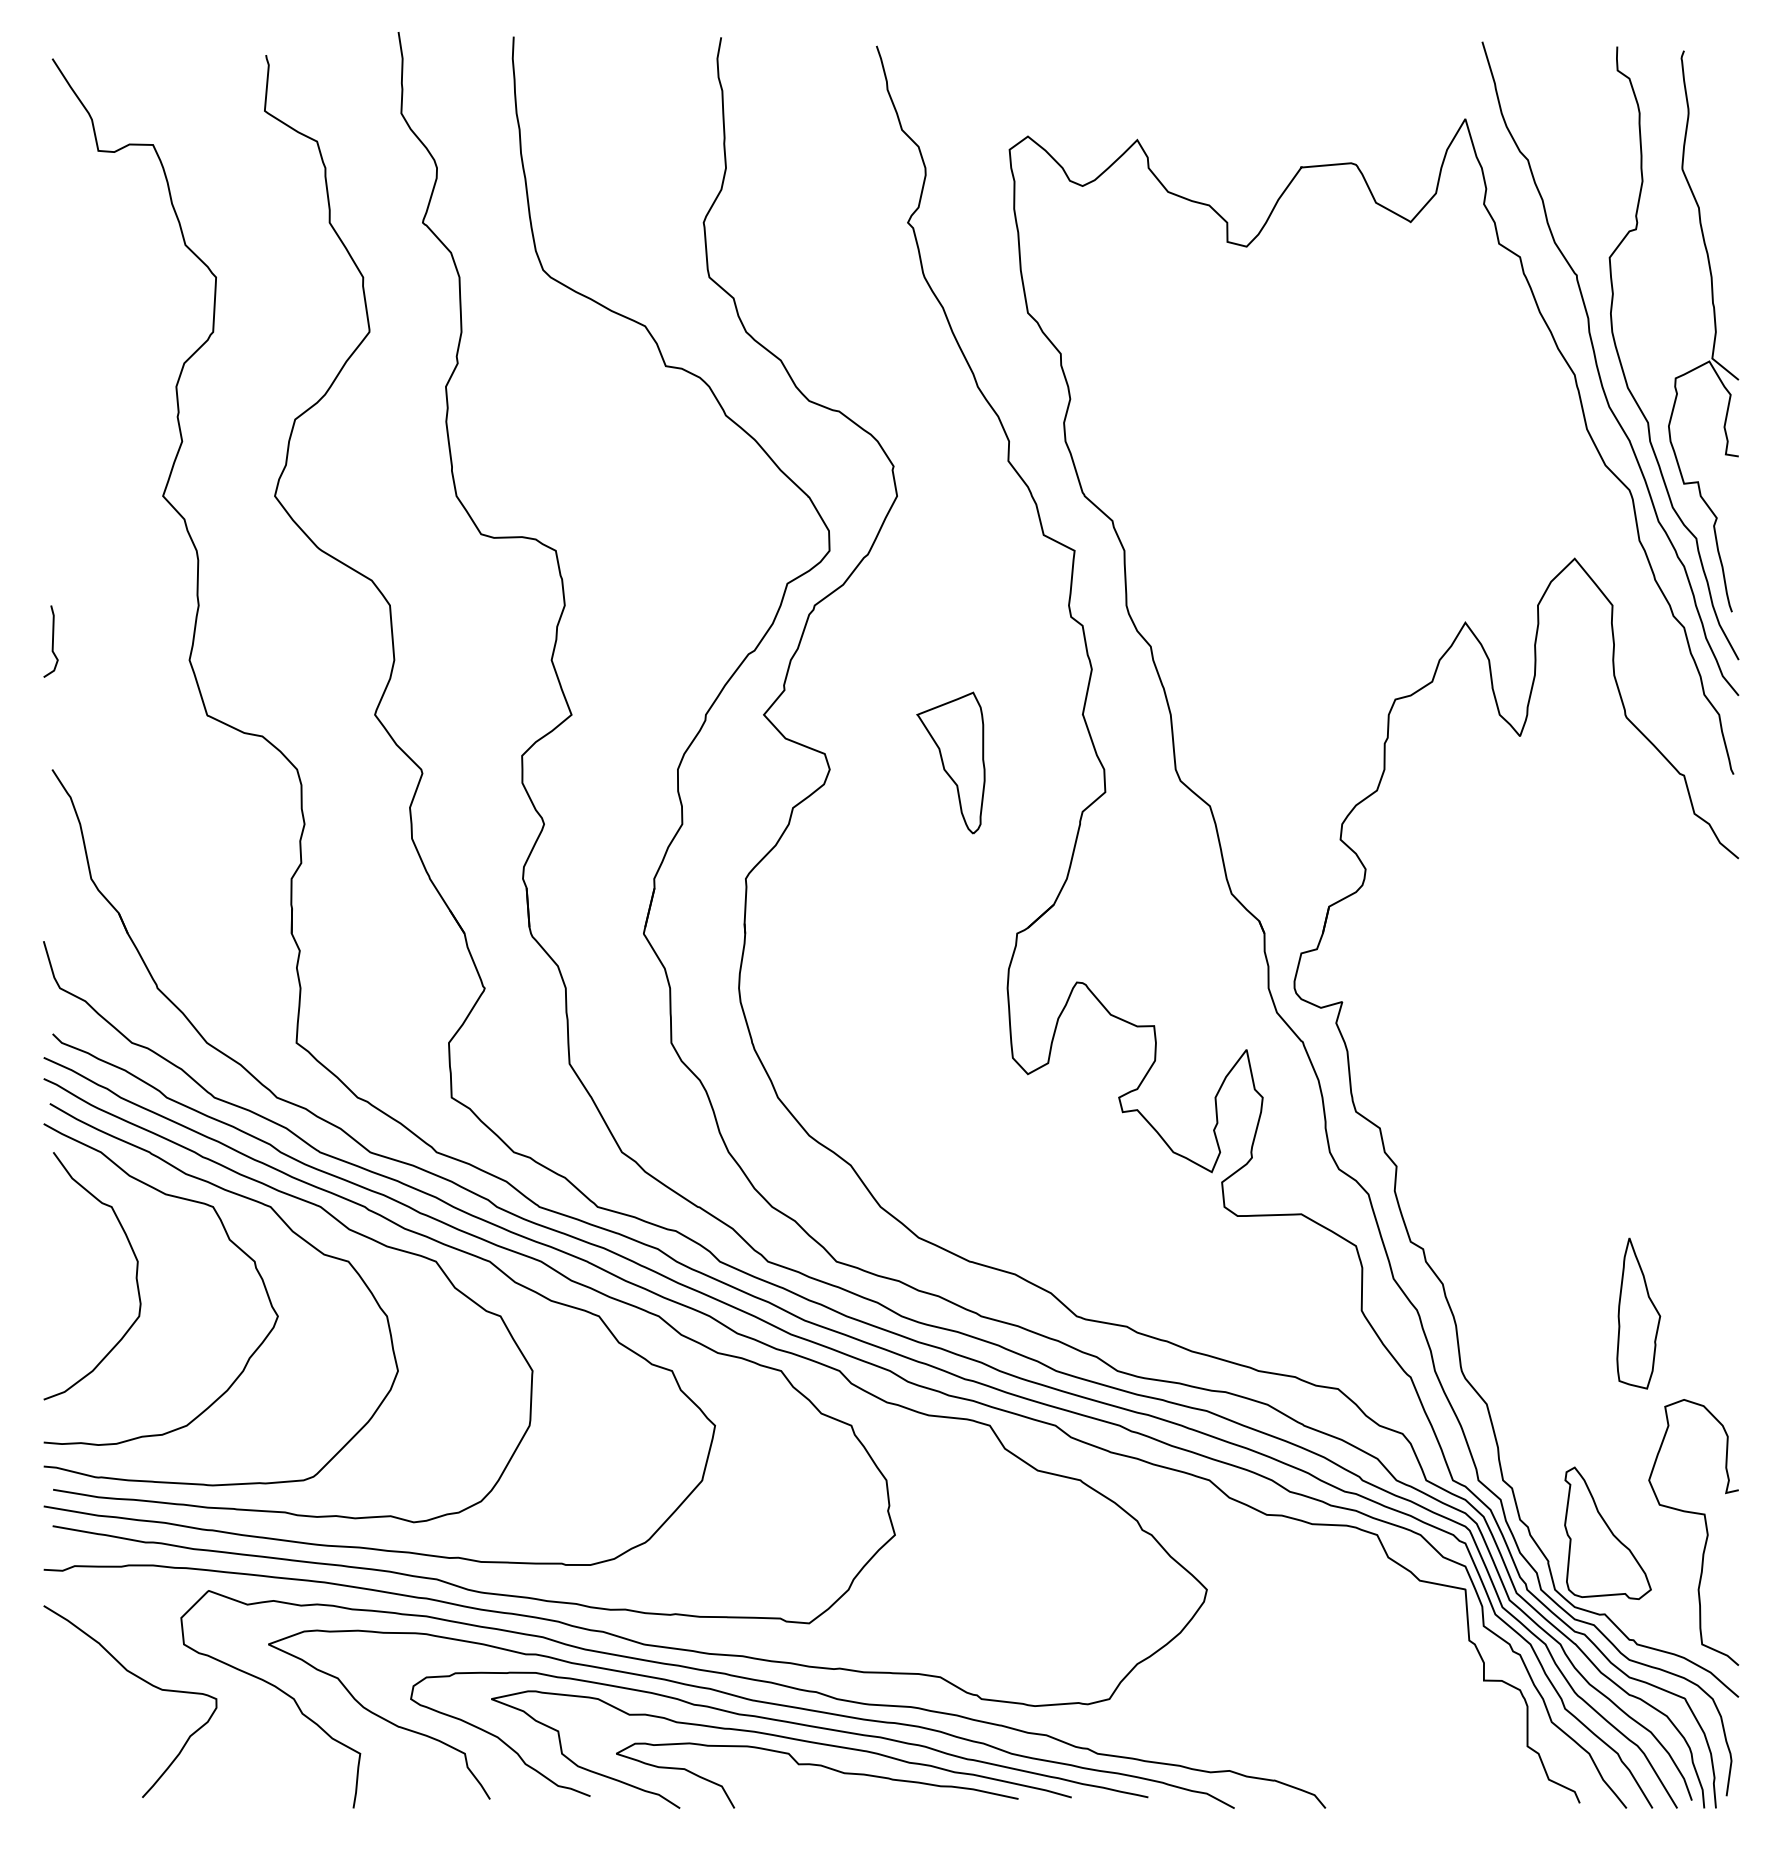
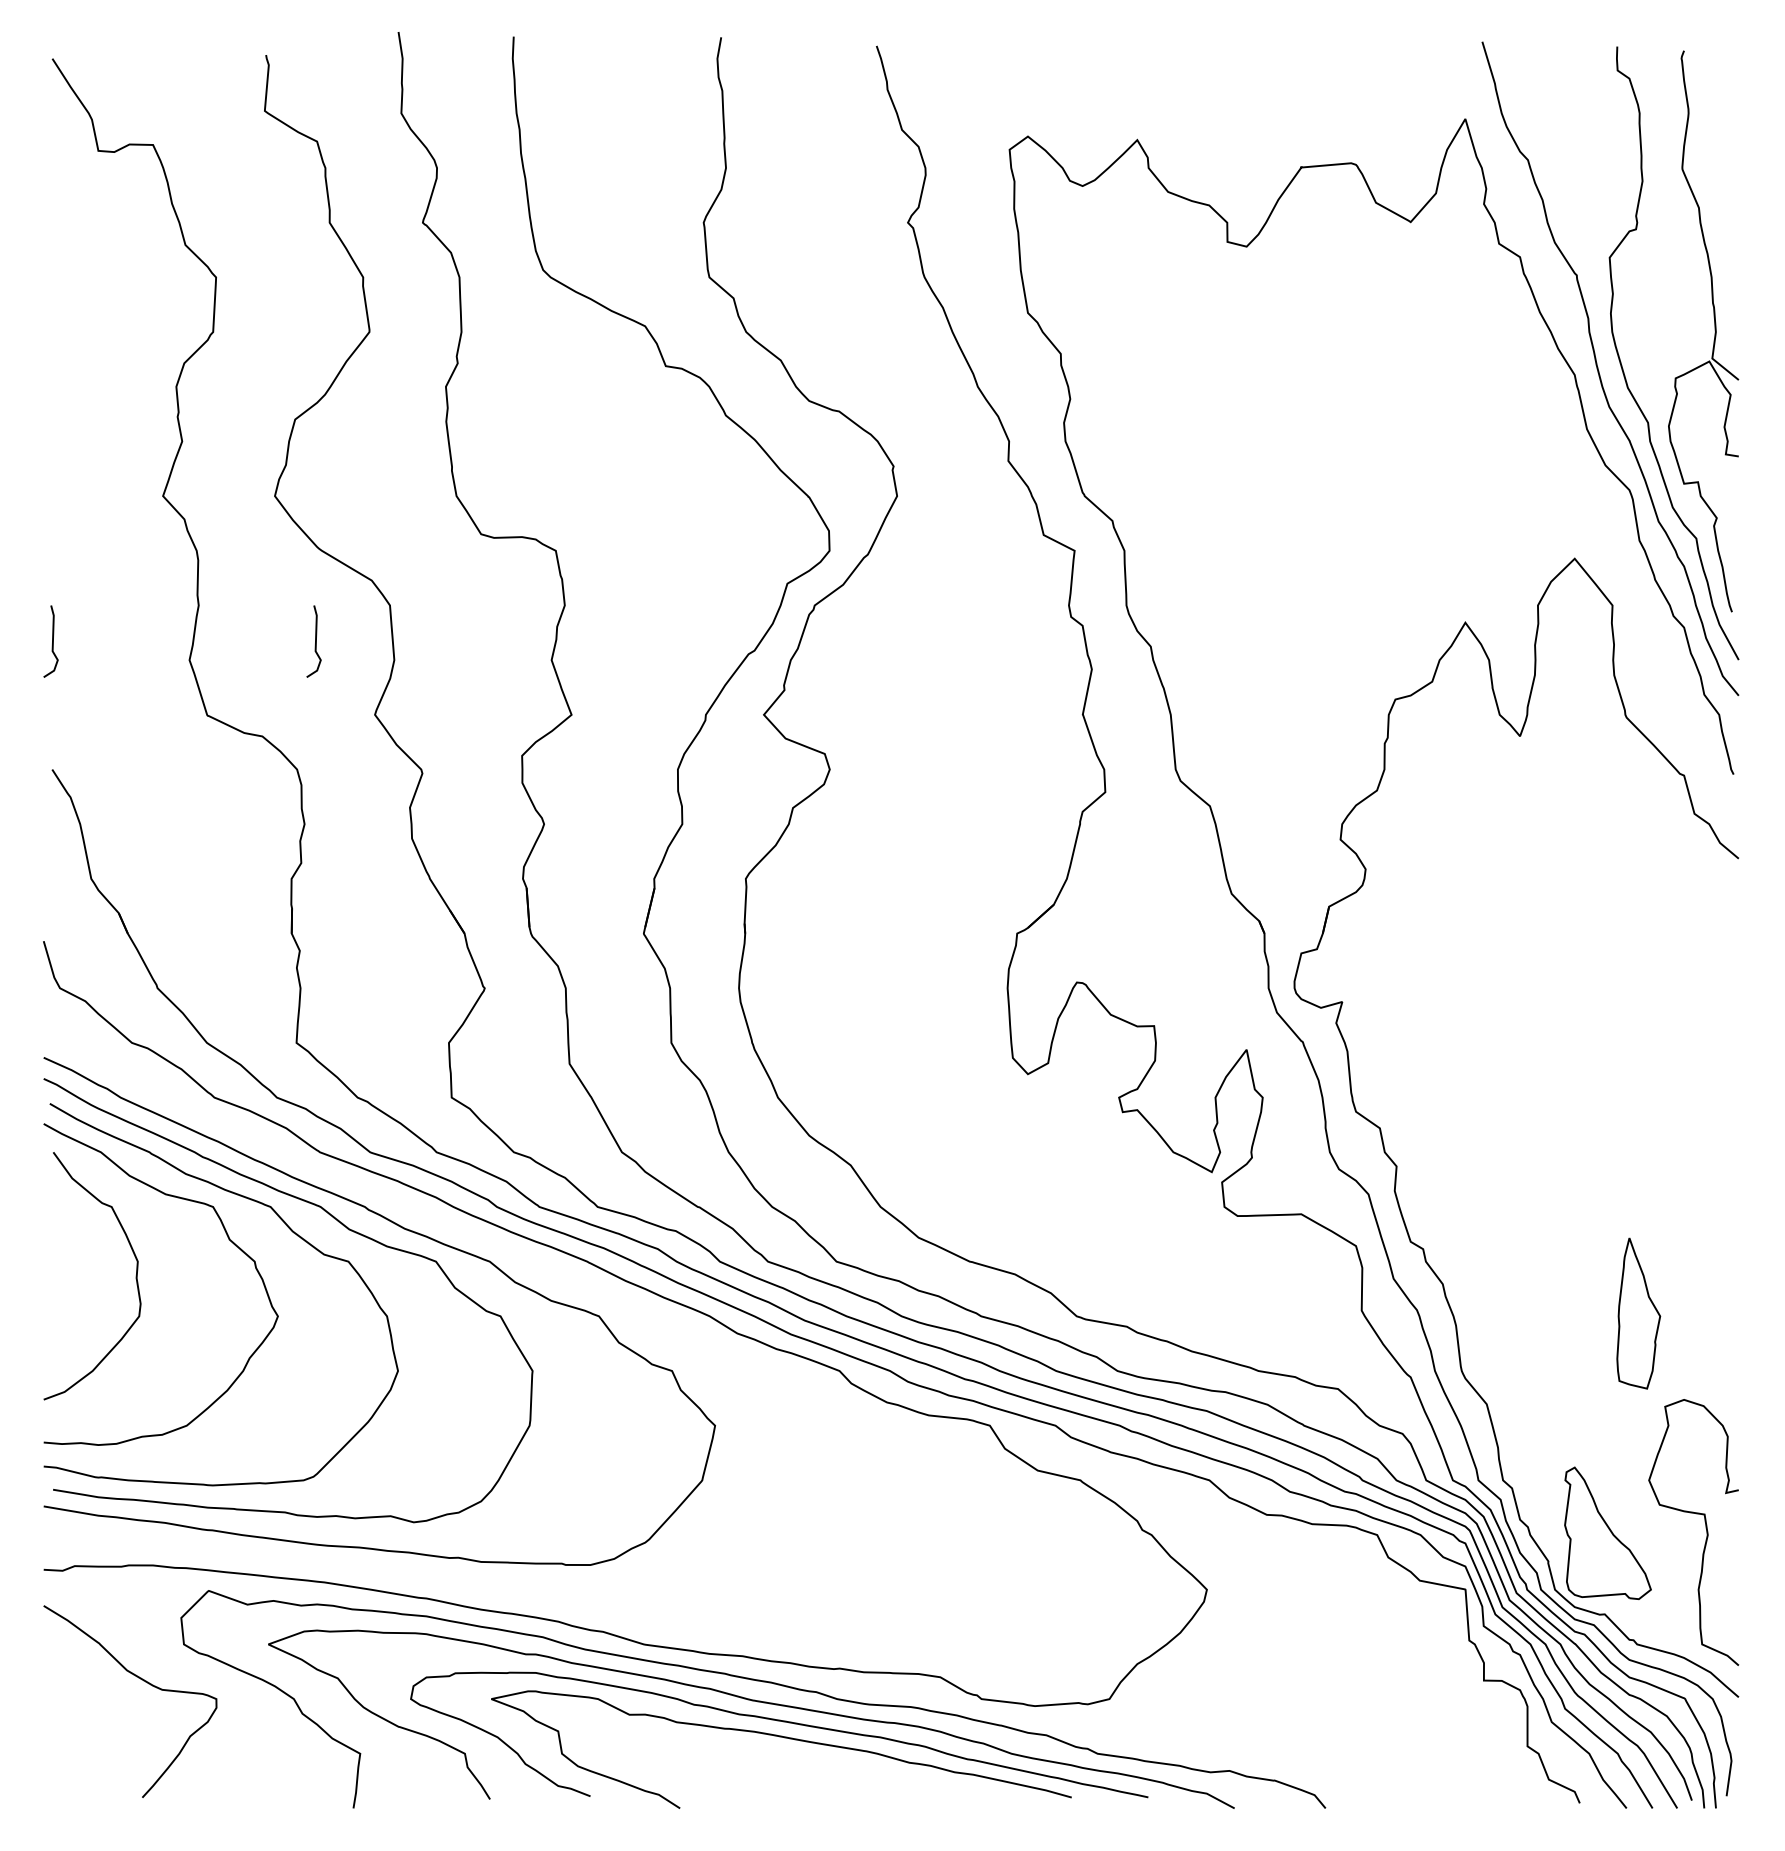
curve at (315, 641): none -> present
part at (950, 762): present -> none
curve at (501, 1248): present -> none
curve at (818, 1766): present -> none
